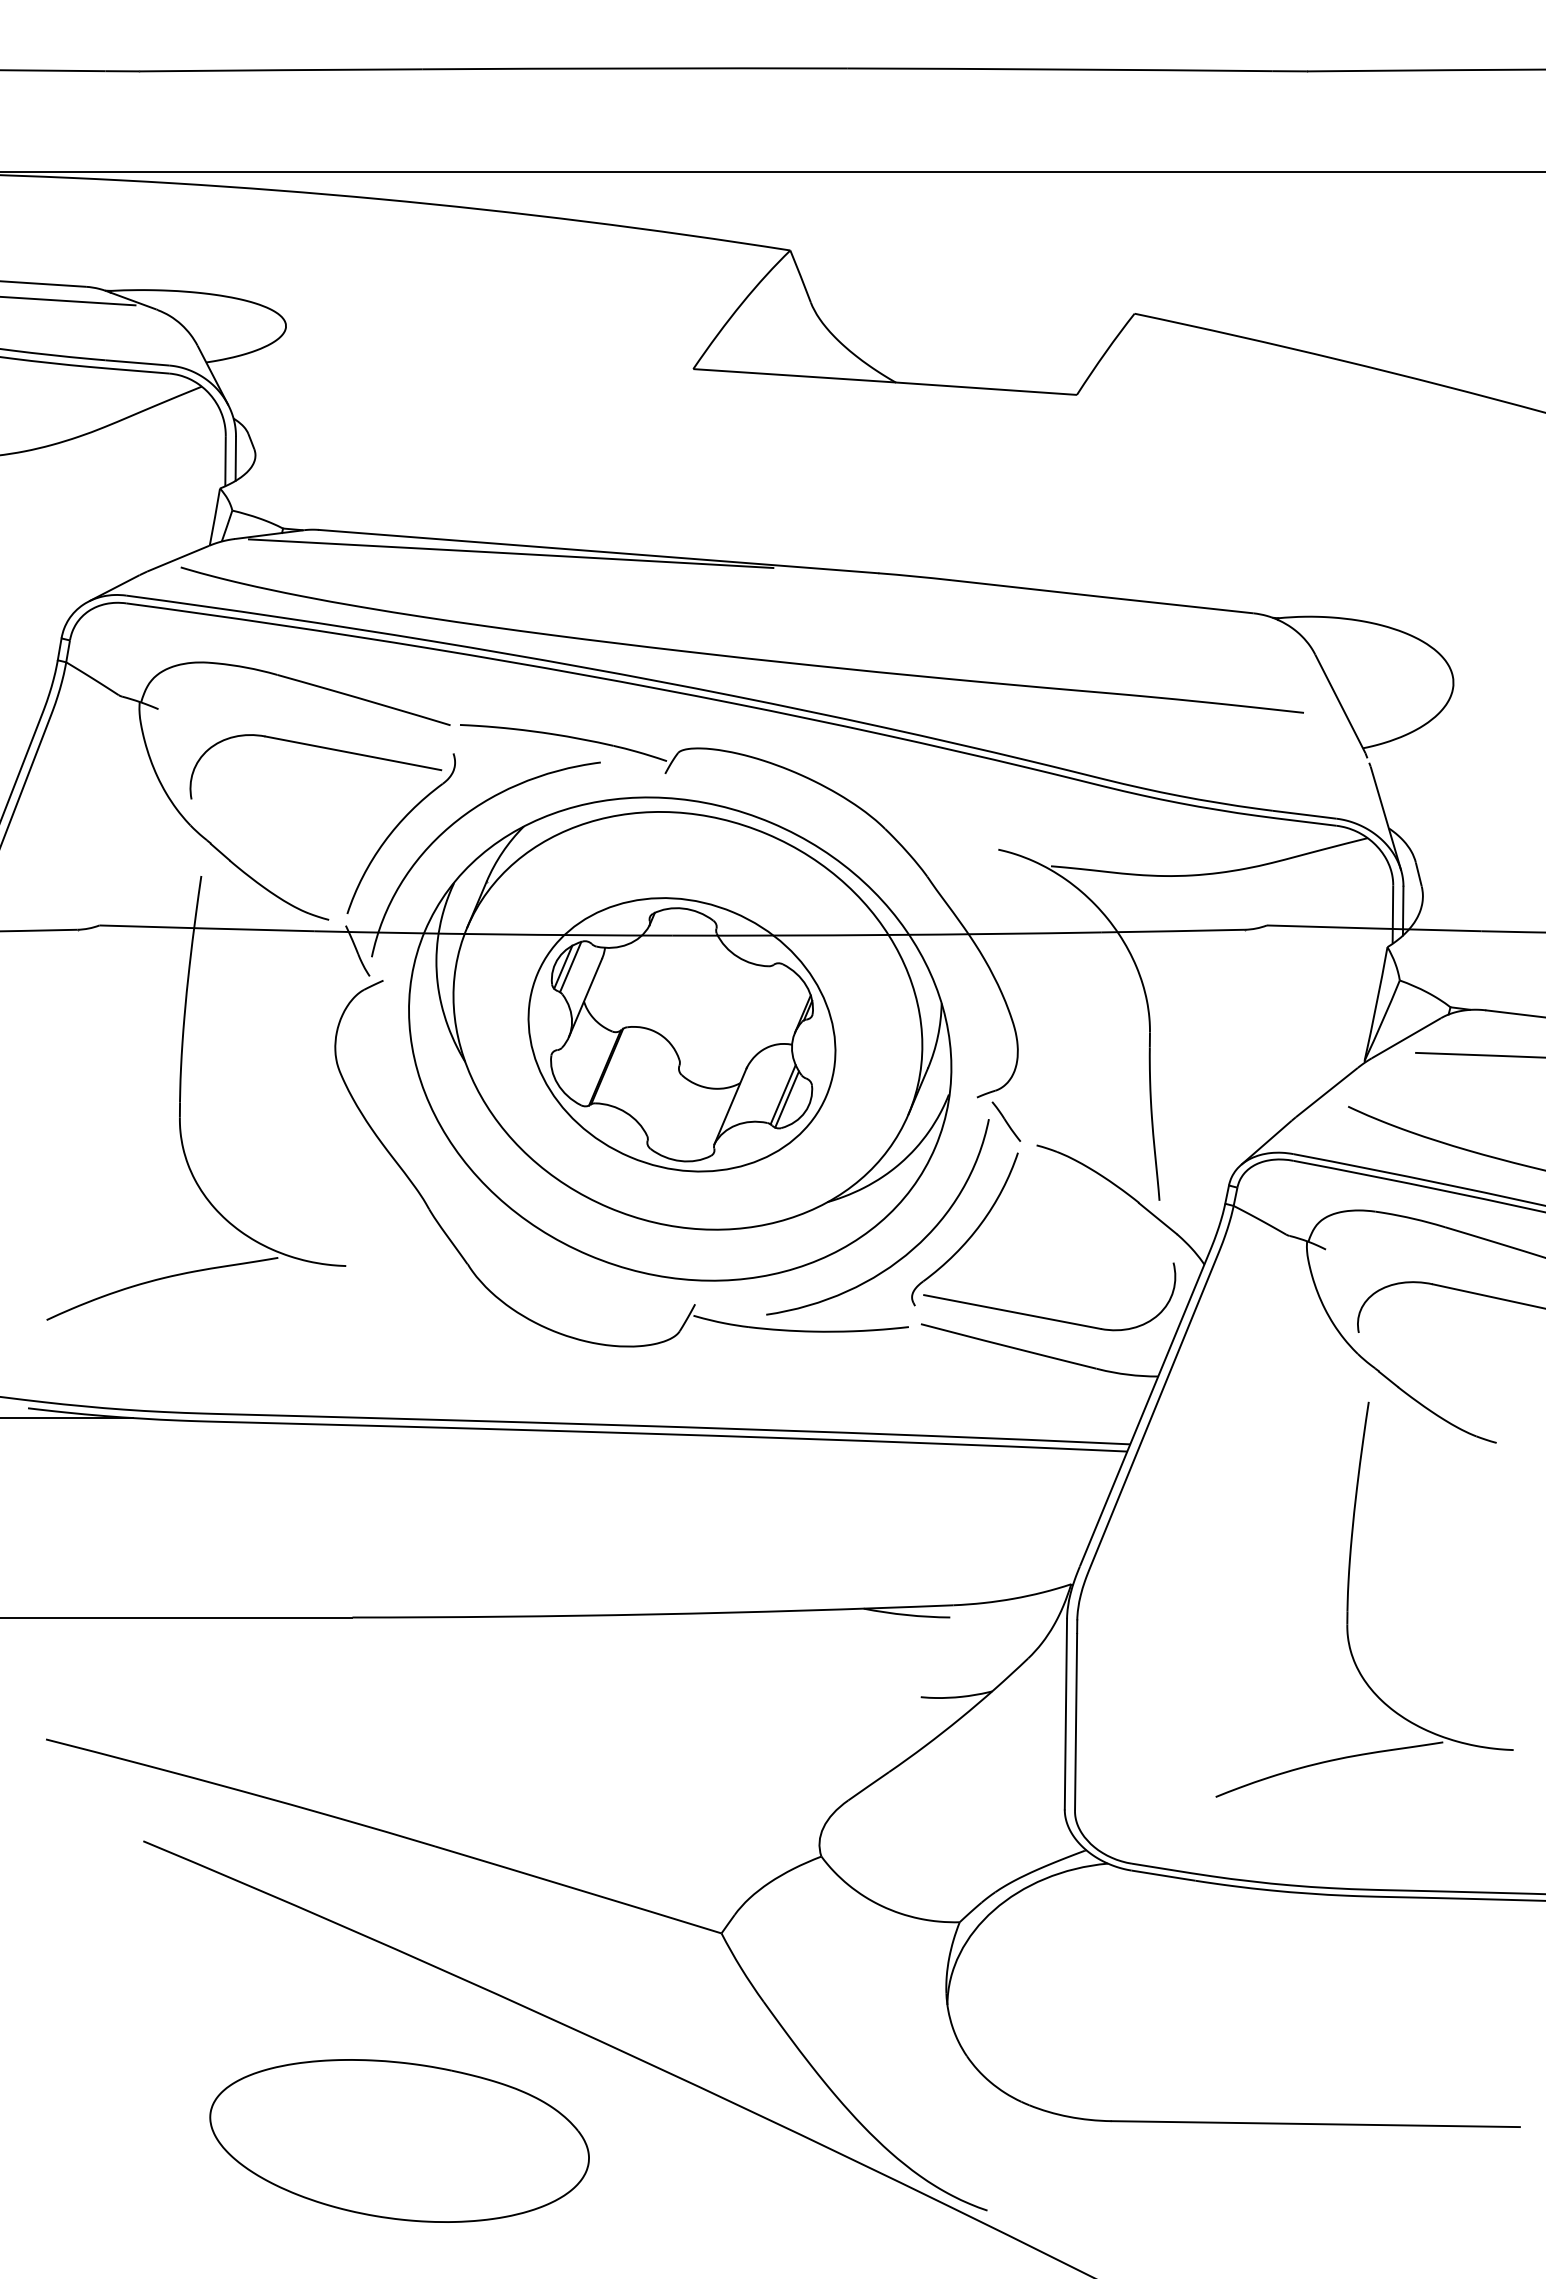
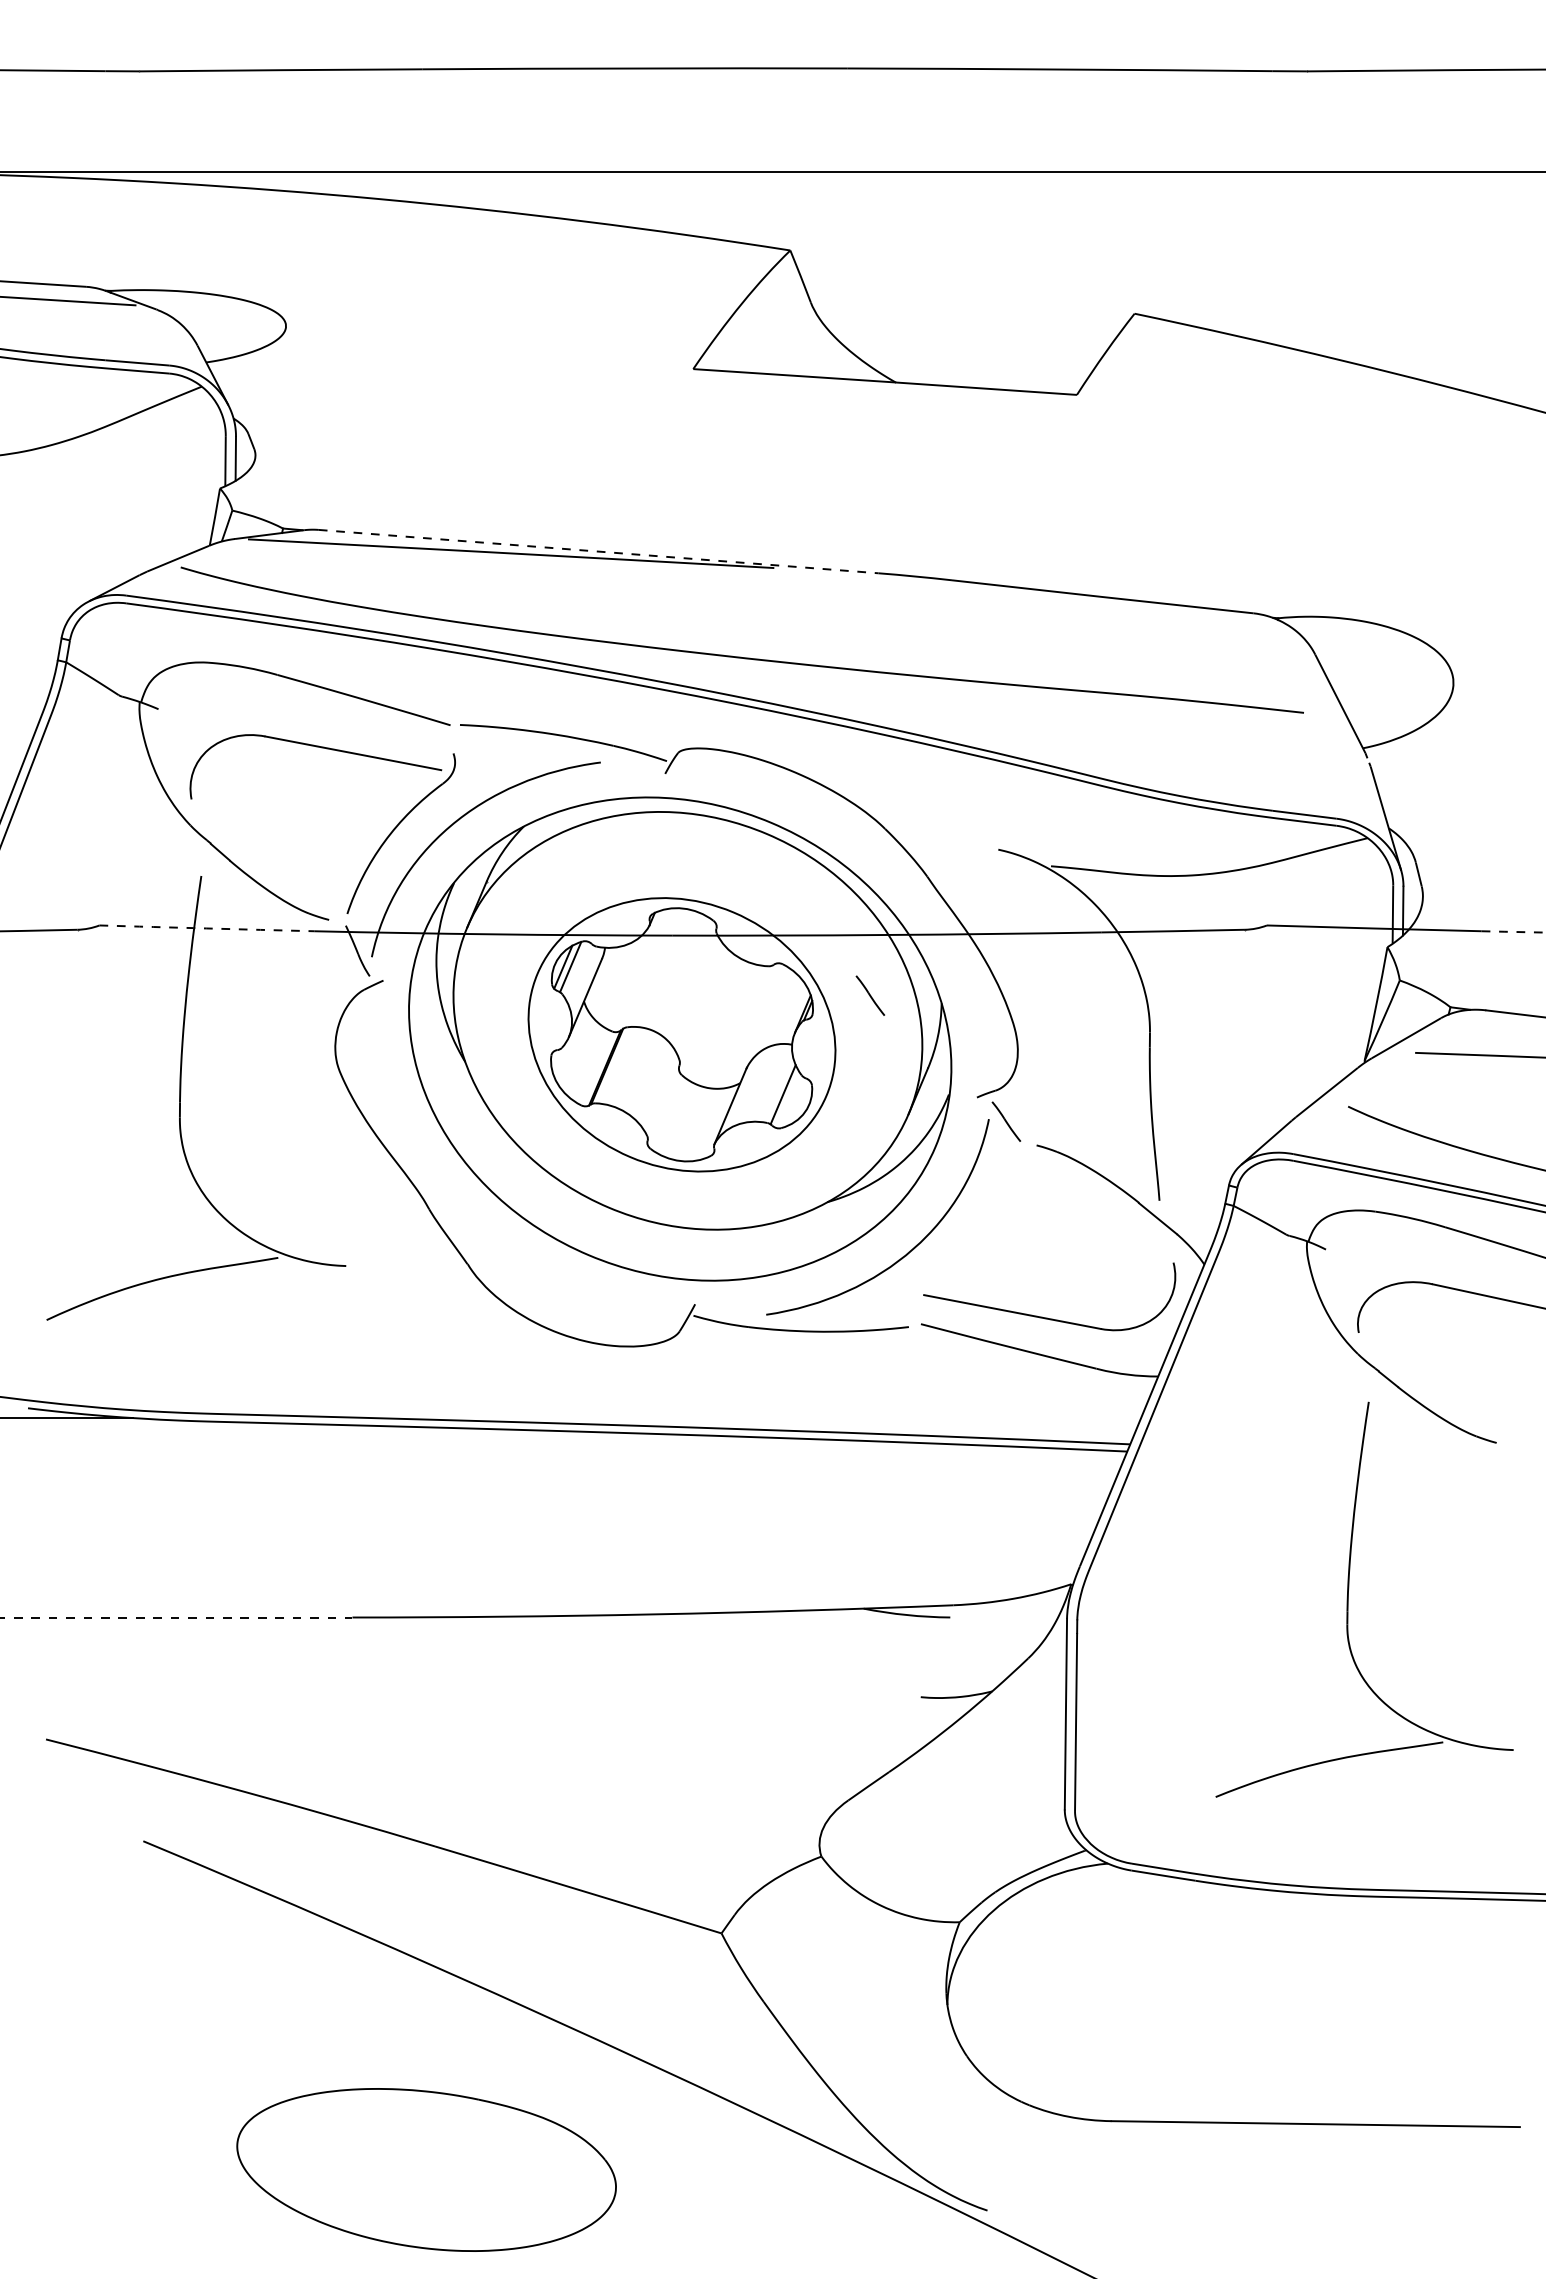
line at (598, 551): solid -> dashed
arc at (206, 928): solid -> dashed
arc at (1513, 931): solid -> dashed
line at (870, 995): none -> present
line at (787, 1099): present -> none
part at (970, 1235): present -> none
line at (176, 1617): solid -> dashed
part at (399, 2140) position: (399, 2140) -> (426, 2169)
